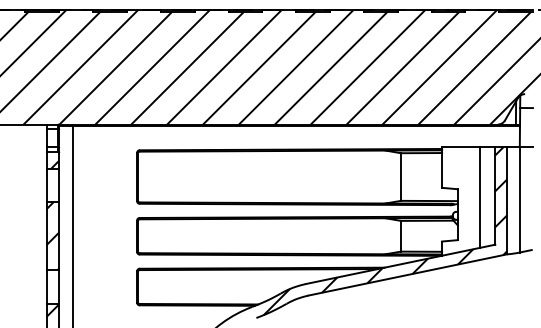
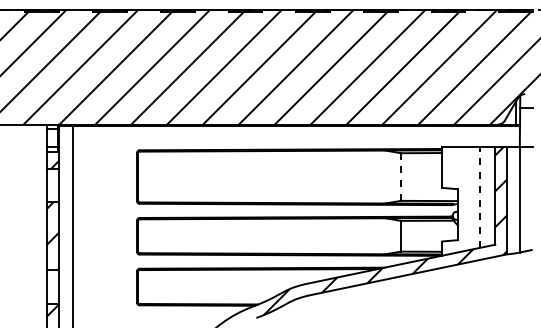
line at (400, 177): solid -> dashed
line at (479, 196): solid -> dashed
